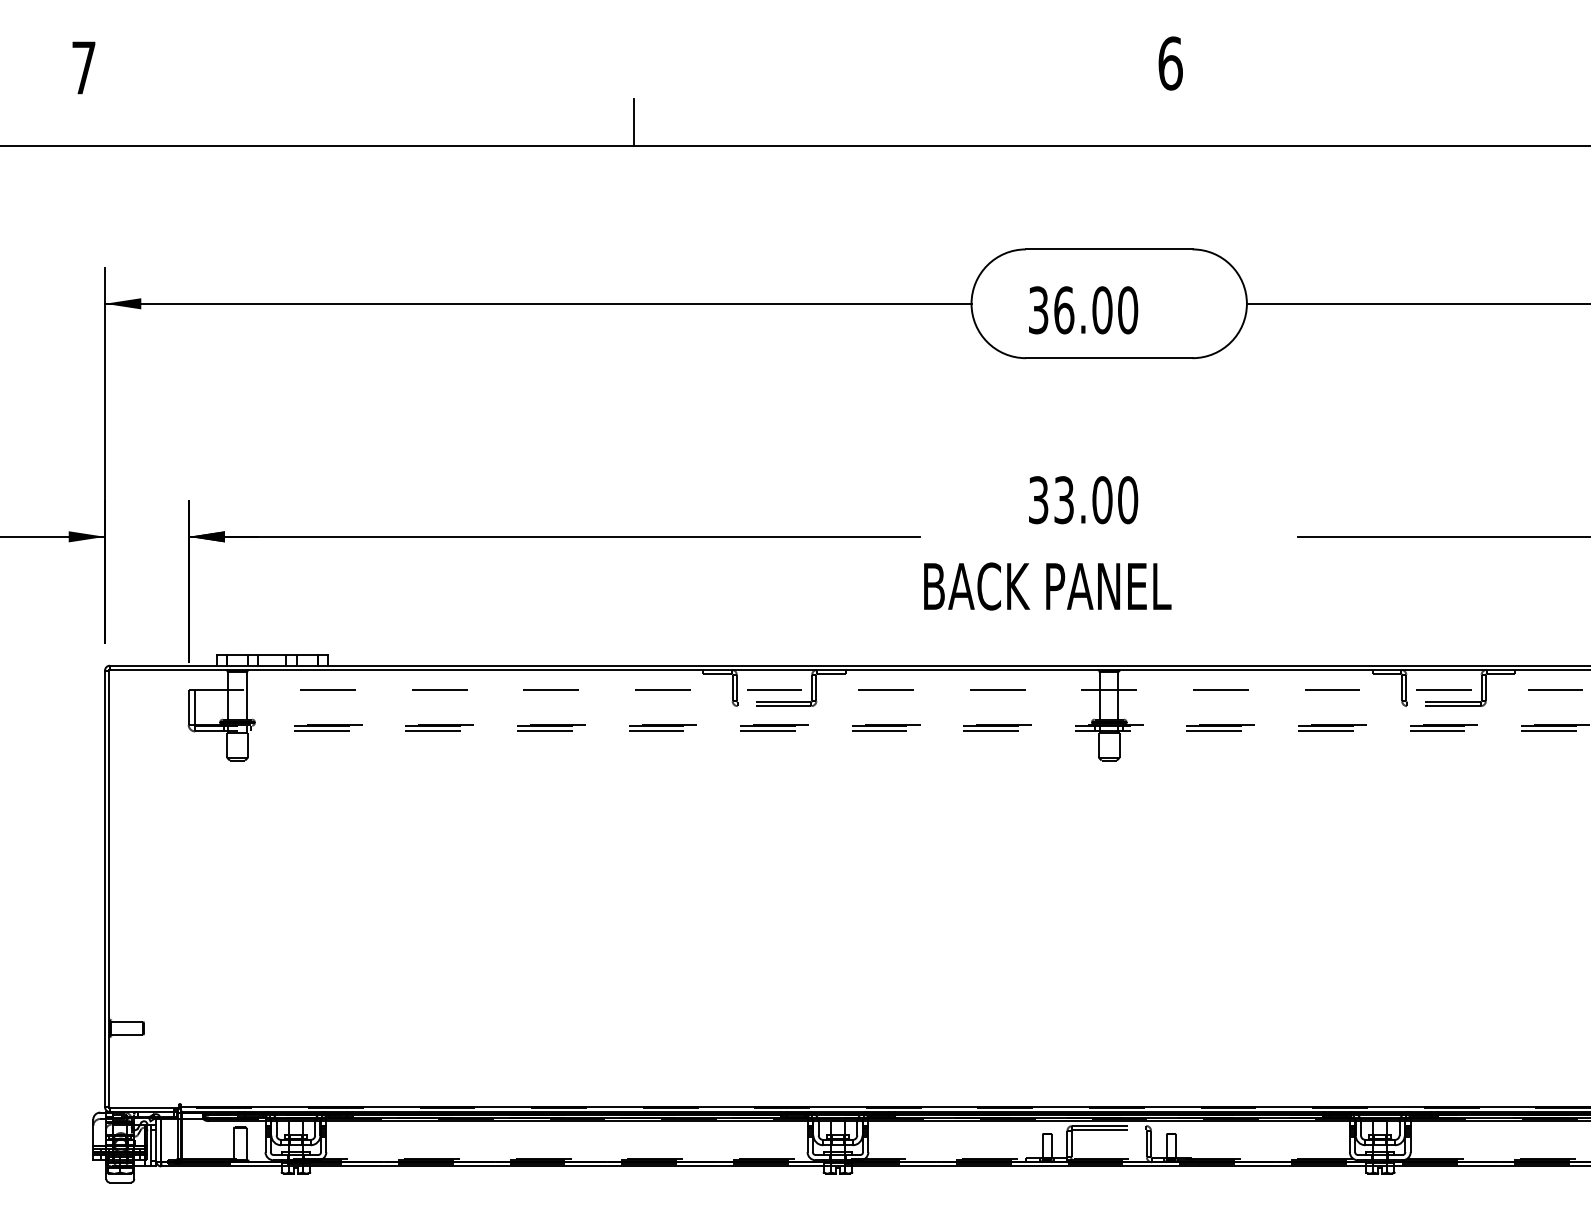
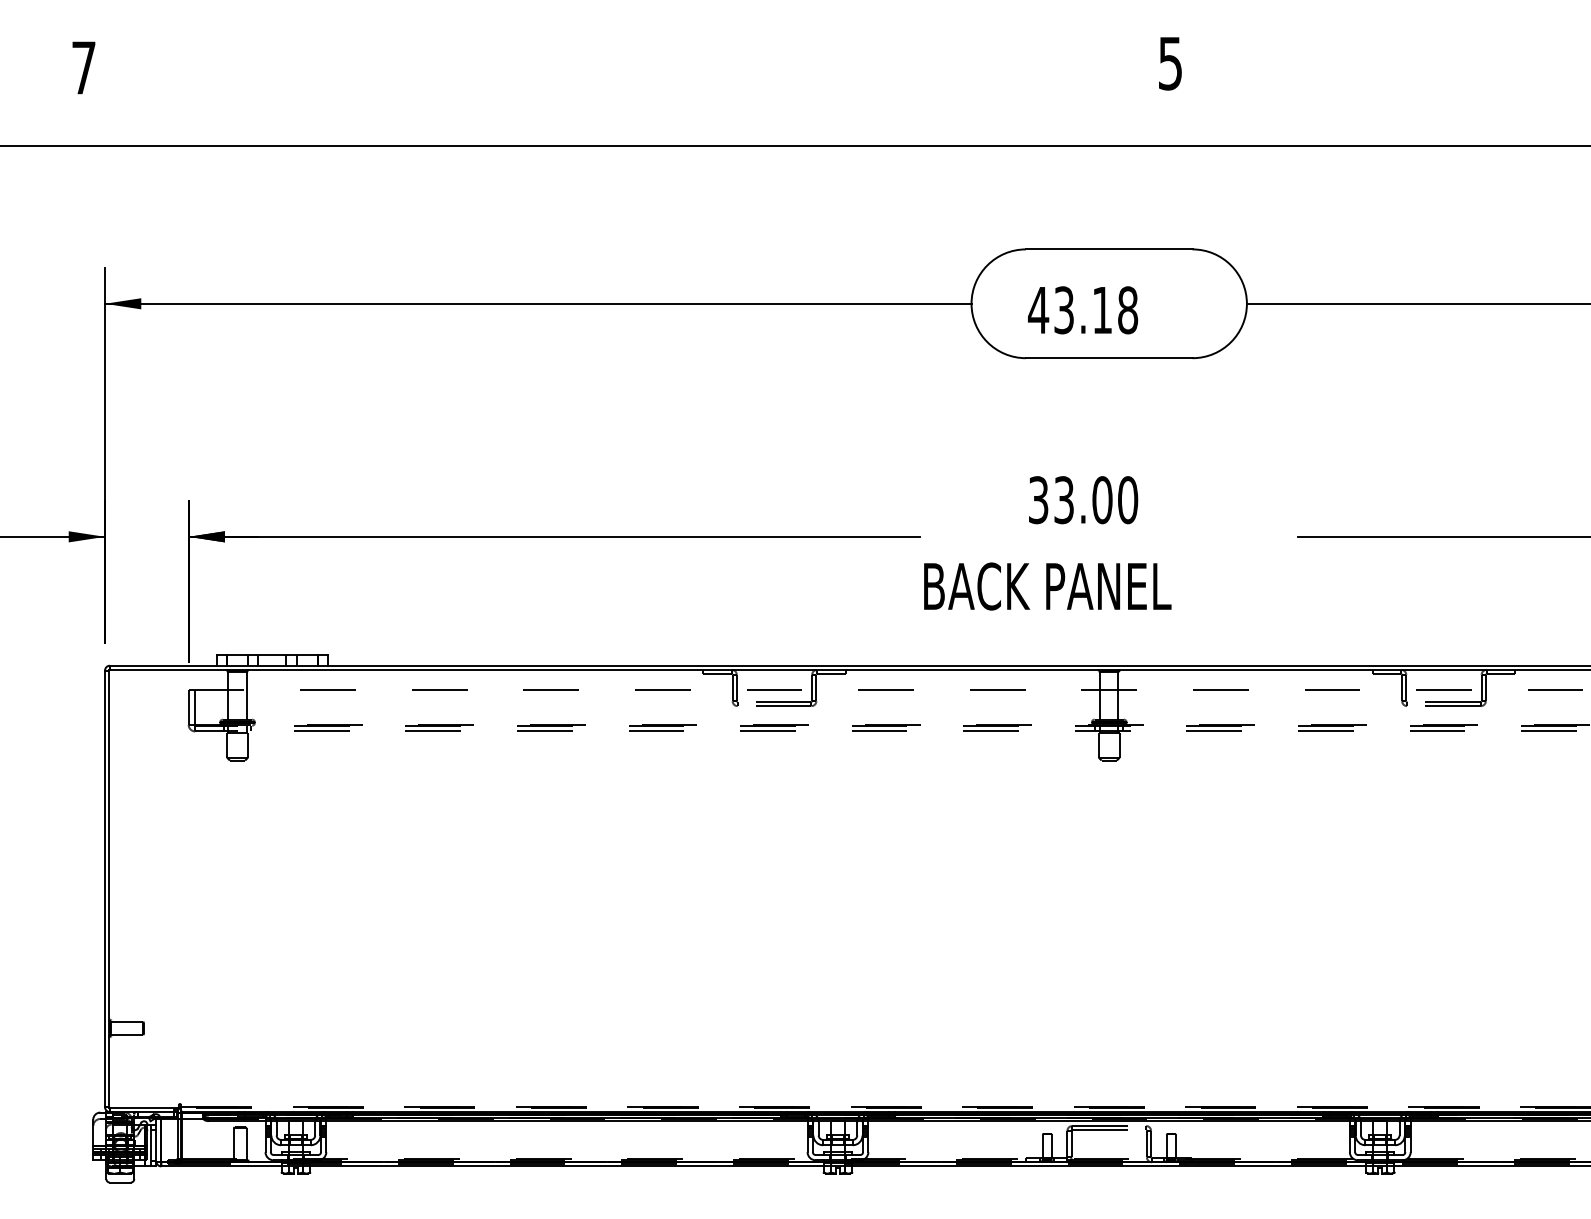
text at (1170, 63): 6 -> 5
line at (633, 121): present -> none
text at (1083, 310): 36.00 -> 43.18
line at (885, 1107): solid -> dashed
